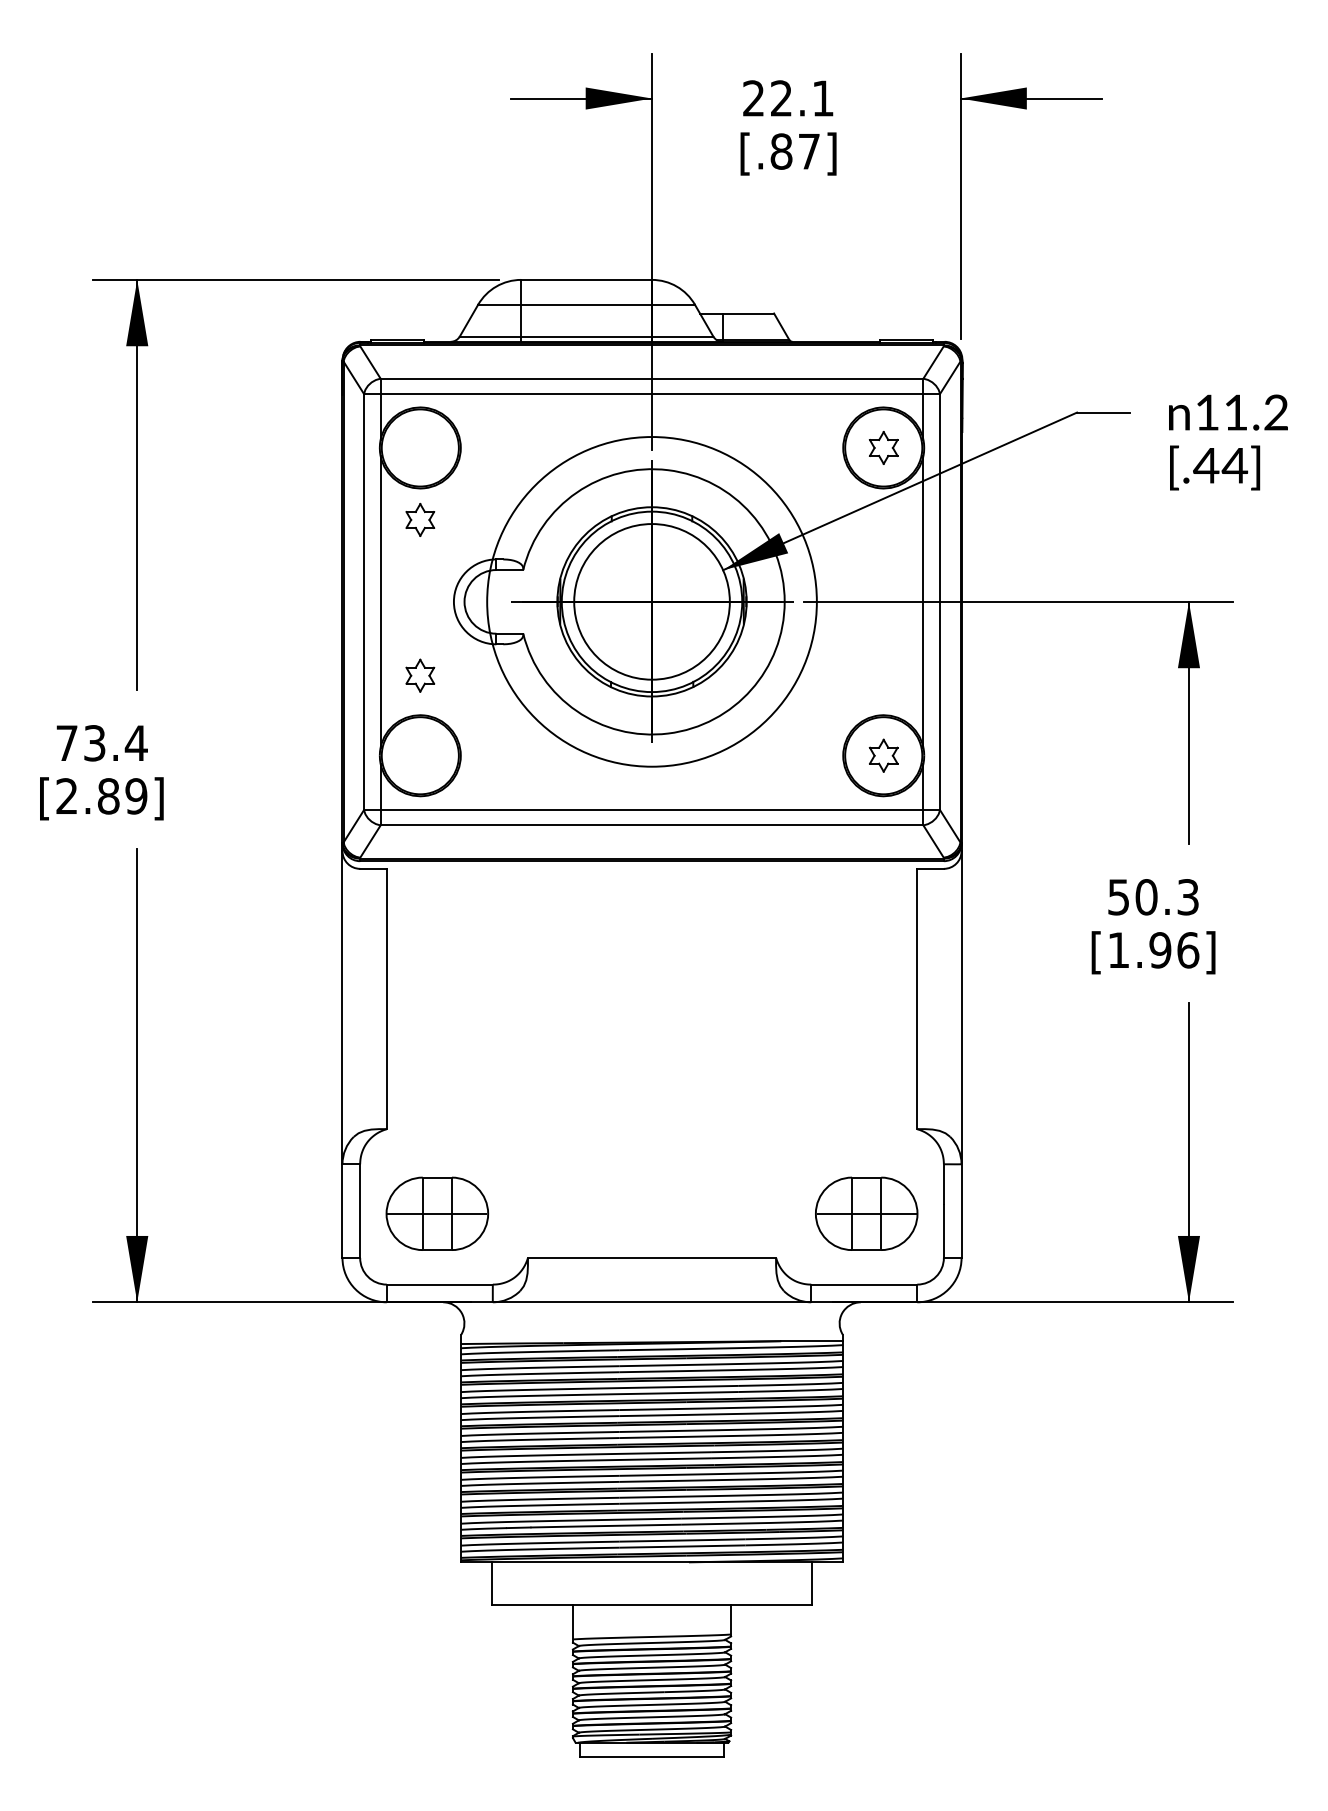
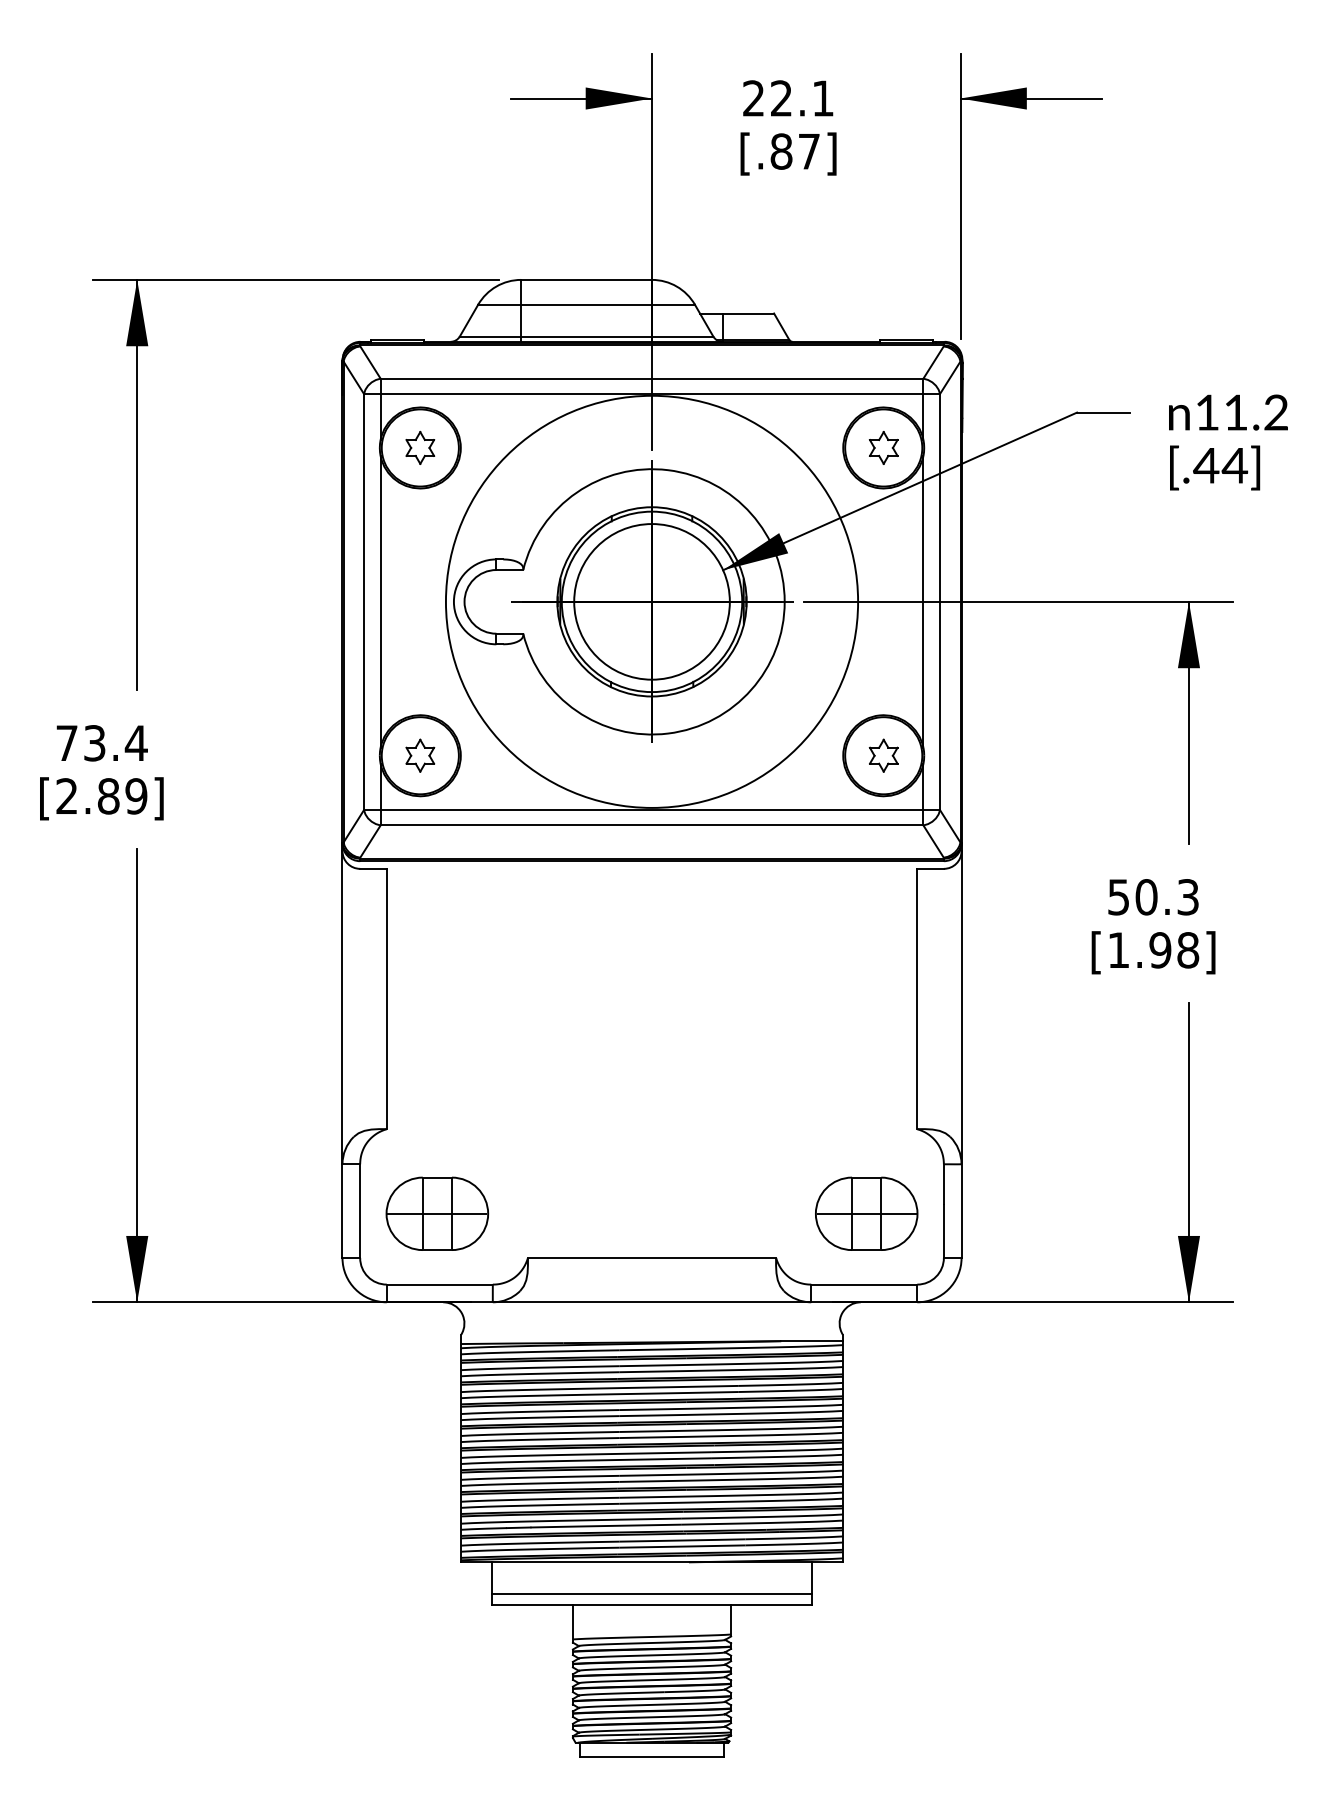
part at (420, 519) position: (420, 519) -> (420, 447)
circle at (651, 601) diameter: 330 px -> 412 px
part at (420, 675) position: (420, 675) -> (420, 755)
text at (1188, 950): [1.96] -> [1.98]
line at (651, 1594): none -> present
